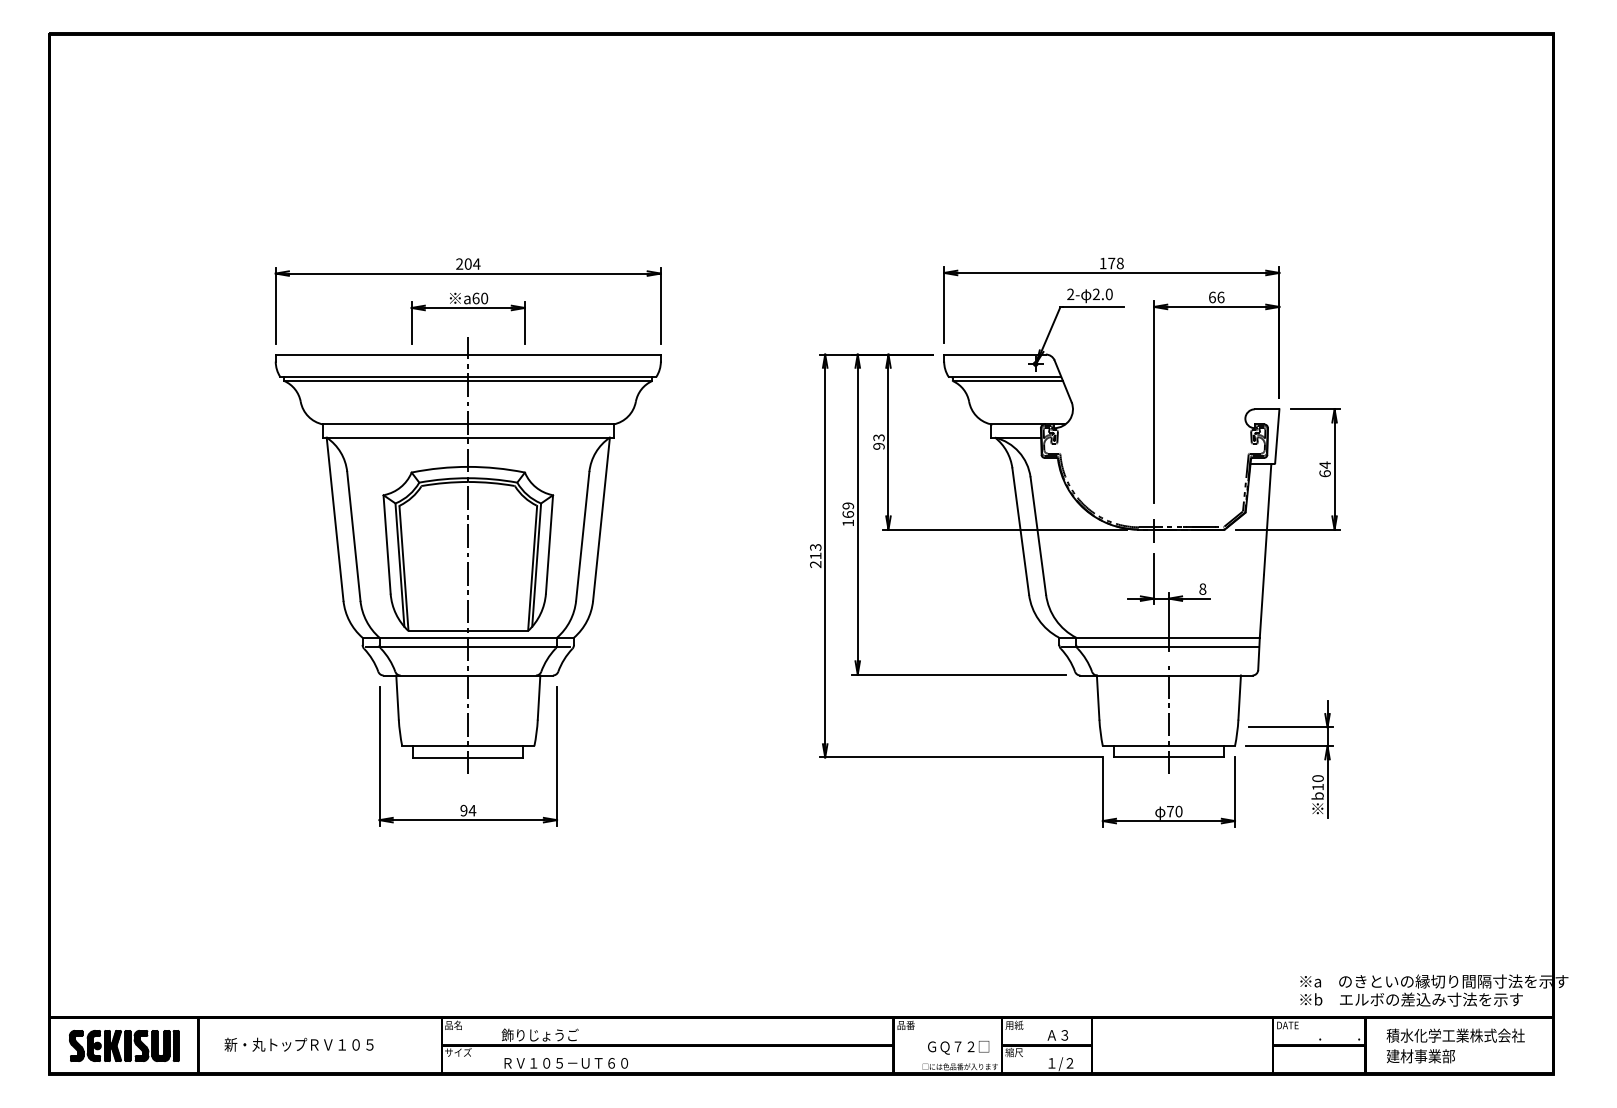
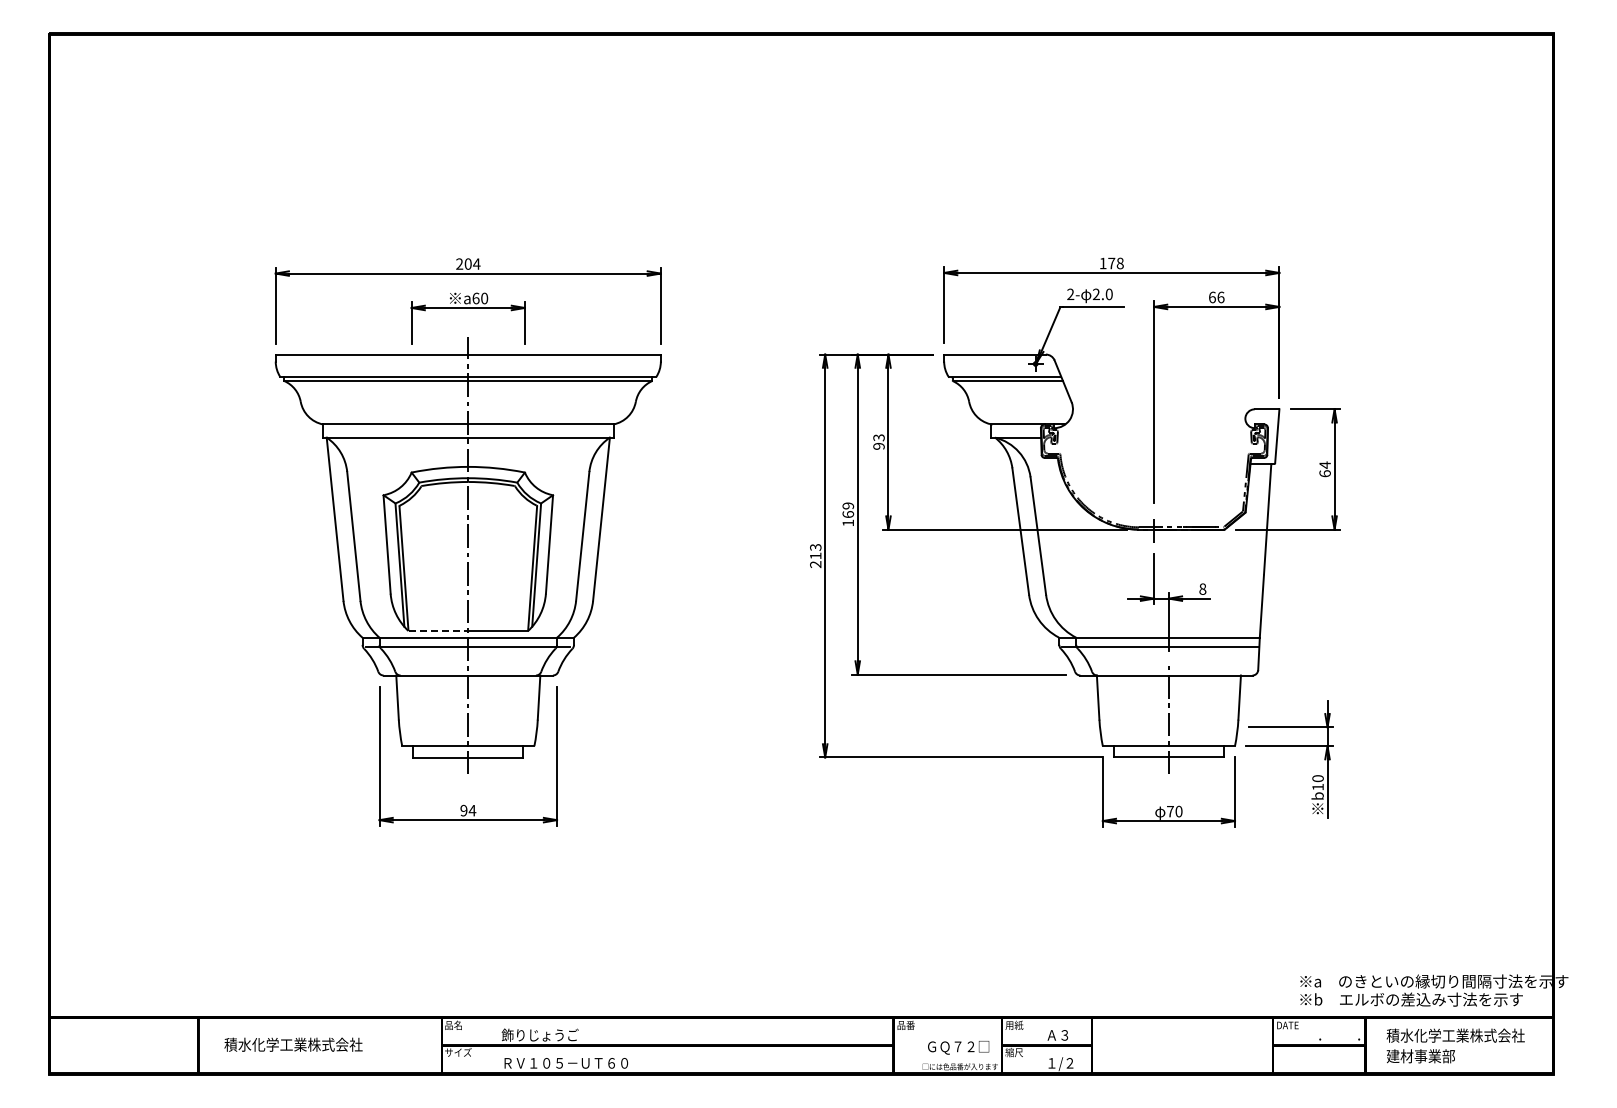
line at (438, 631): solid -> dashed
text at (298, 1044): 新・丸トップＲＶ１０５ -> 積水化学工業株式会社
part at (124, 1045): present -> none
